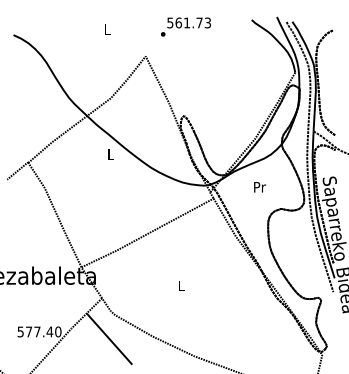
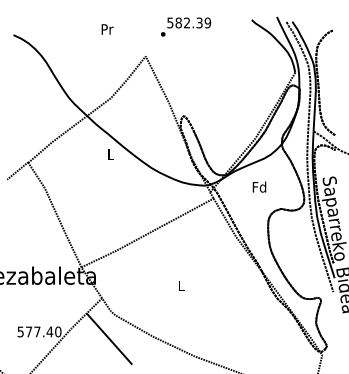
text at (193, 22): 561.73 -> 582.39
text at (107, 29): L -> Pr
text at (259, 186): Pr -> Fd
